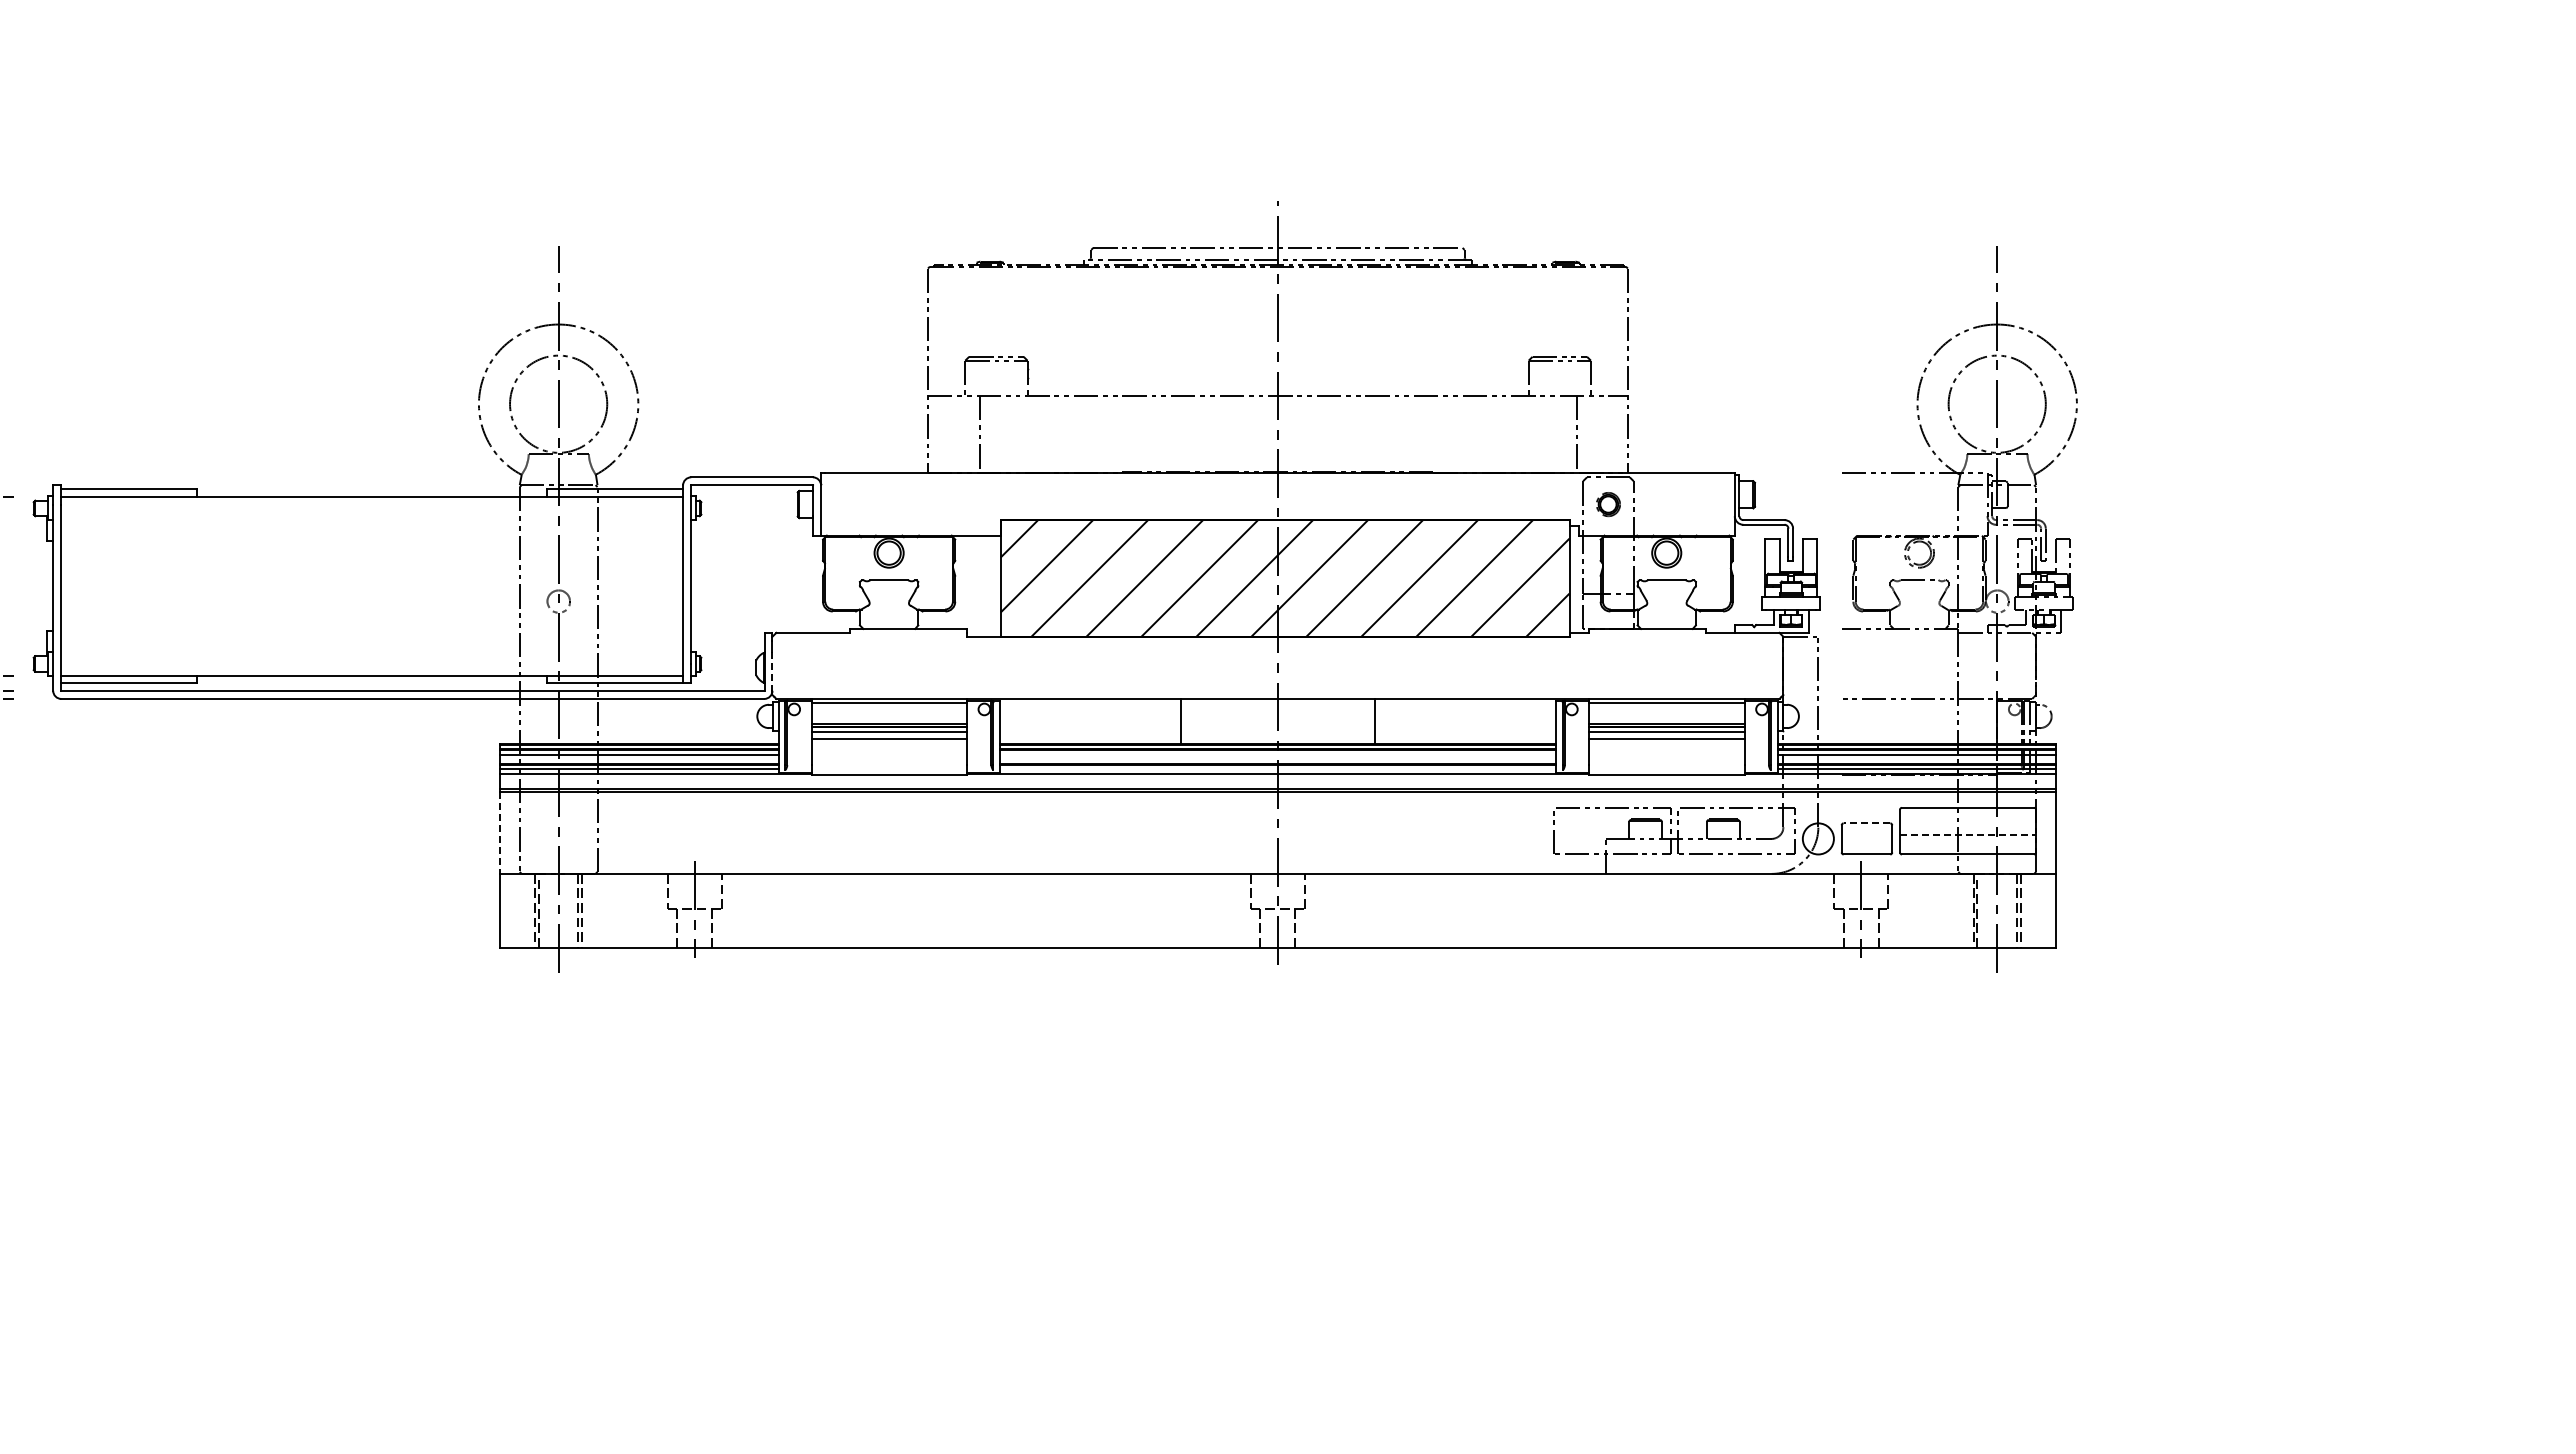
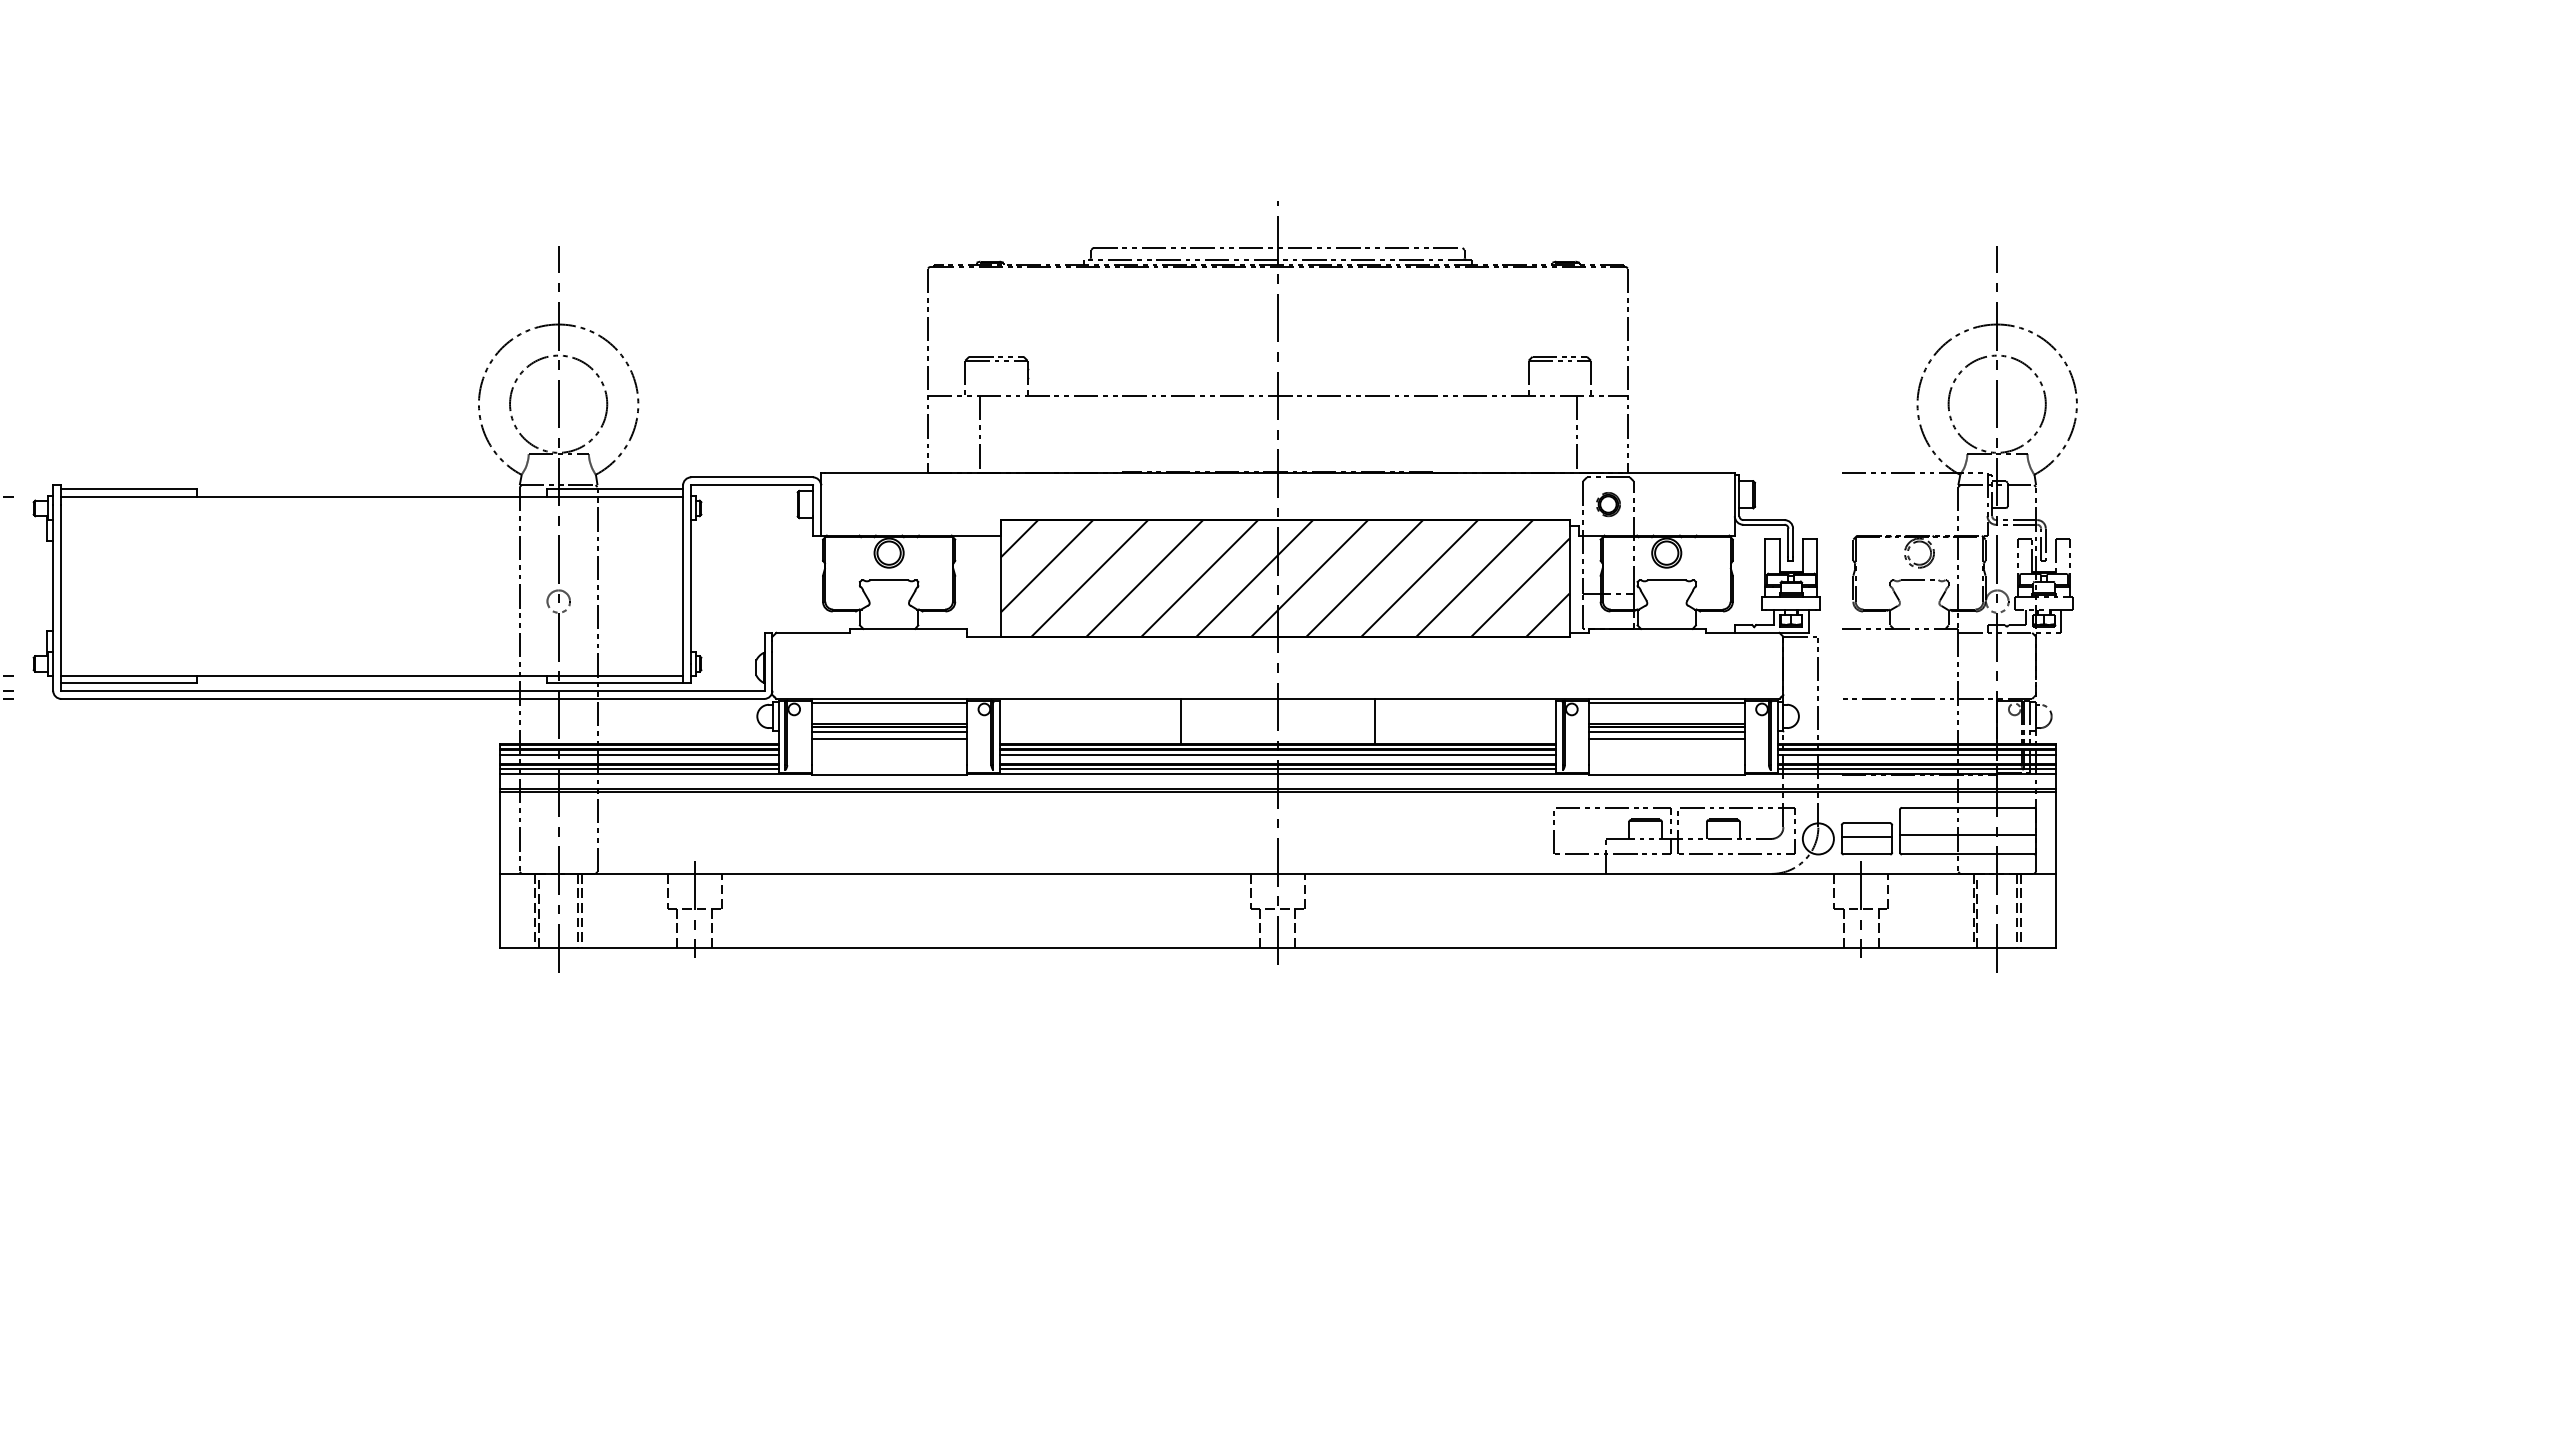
line at (772, 672): dashed -> solid
line at (1277, 754): none -> present
line at (1277, 769): none -> present
line at (1866, 823): dashed -> solid
line at (500, 833): dashed -> solid
line at (1968, 835): dashed -> solid
line at (1866, 836): none -> present
